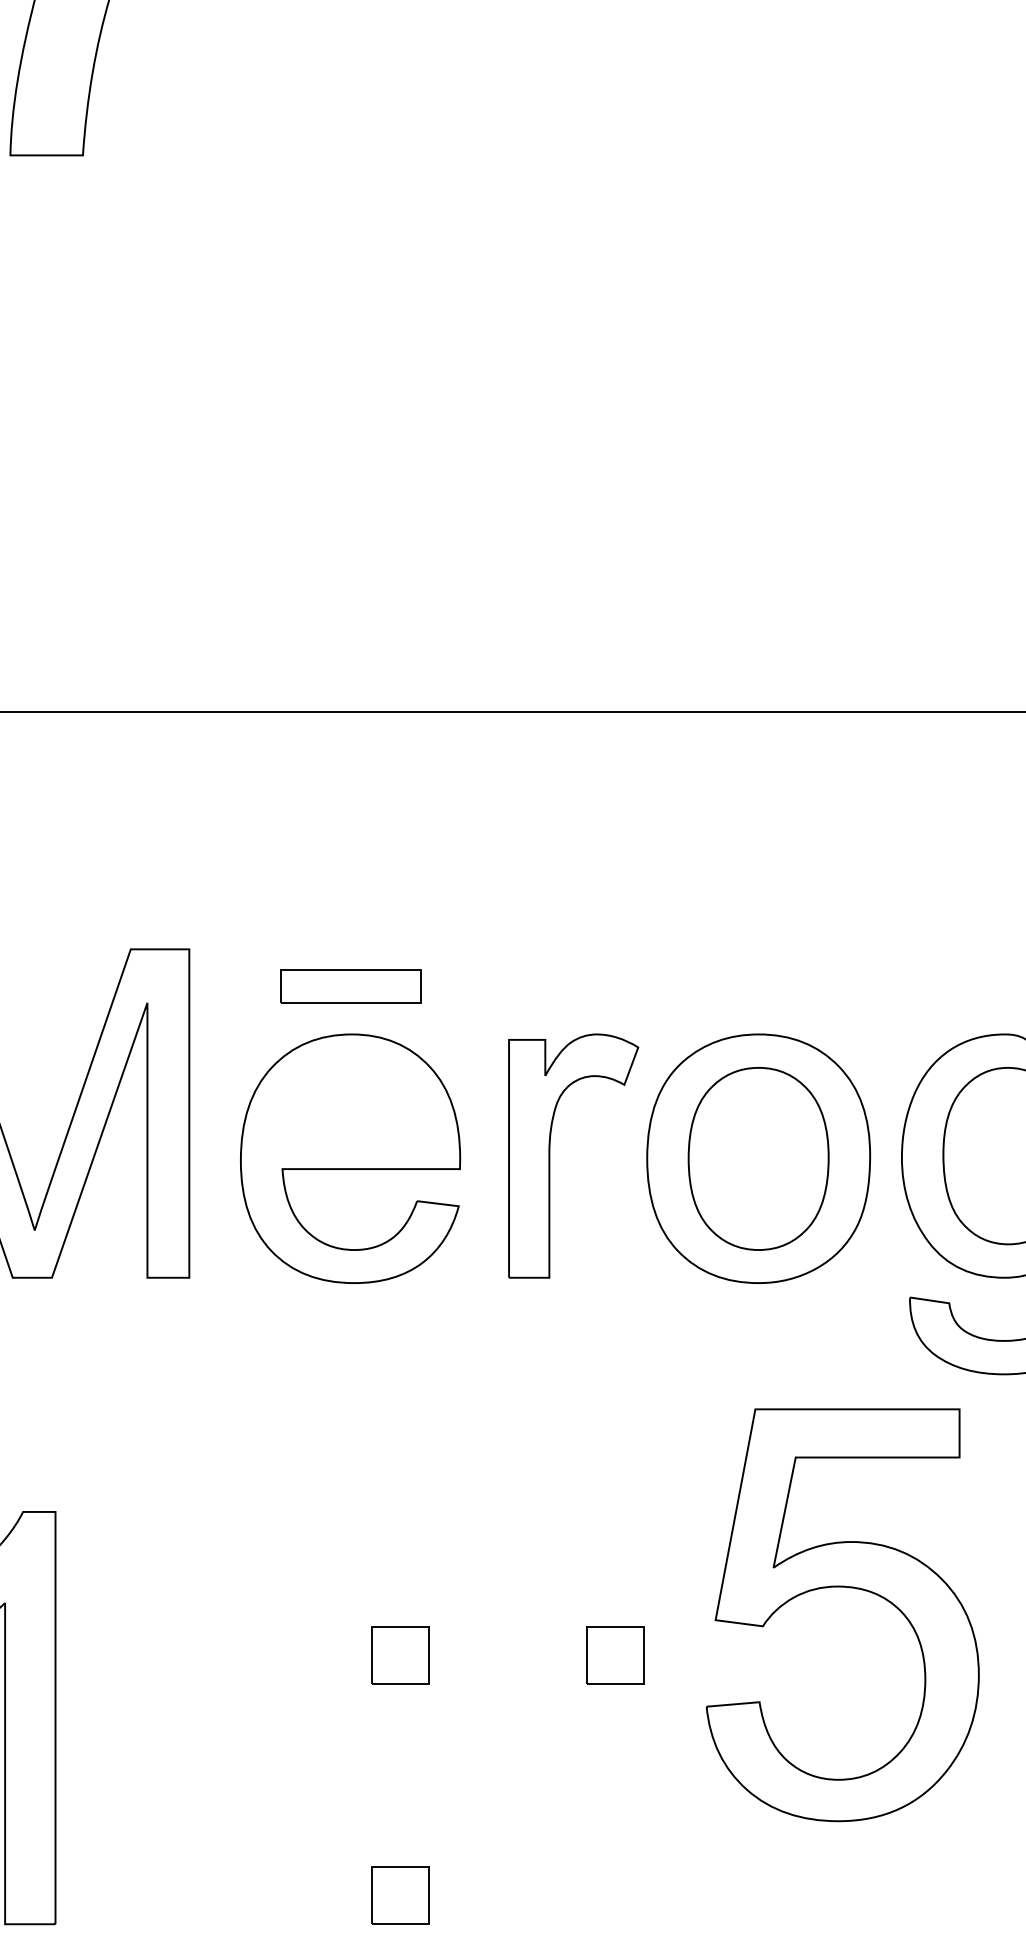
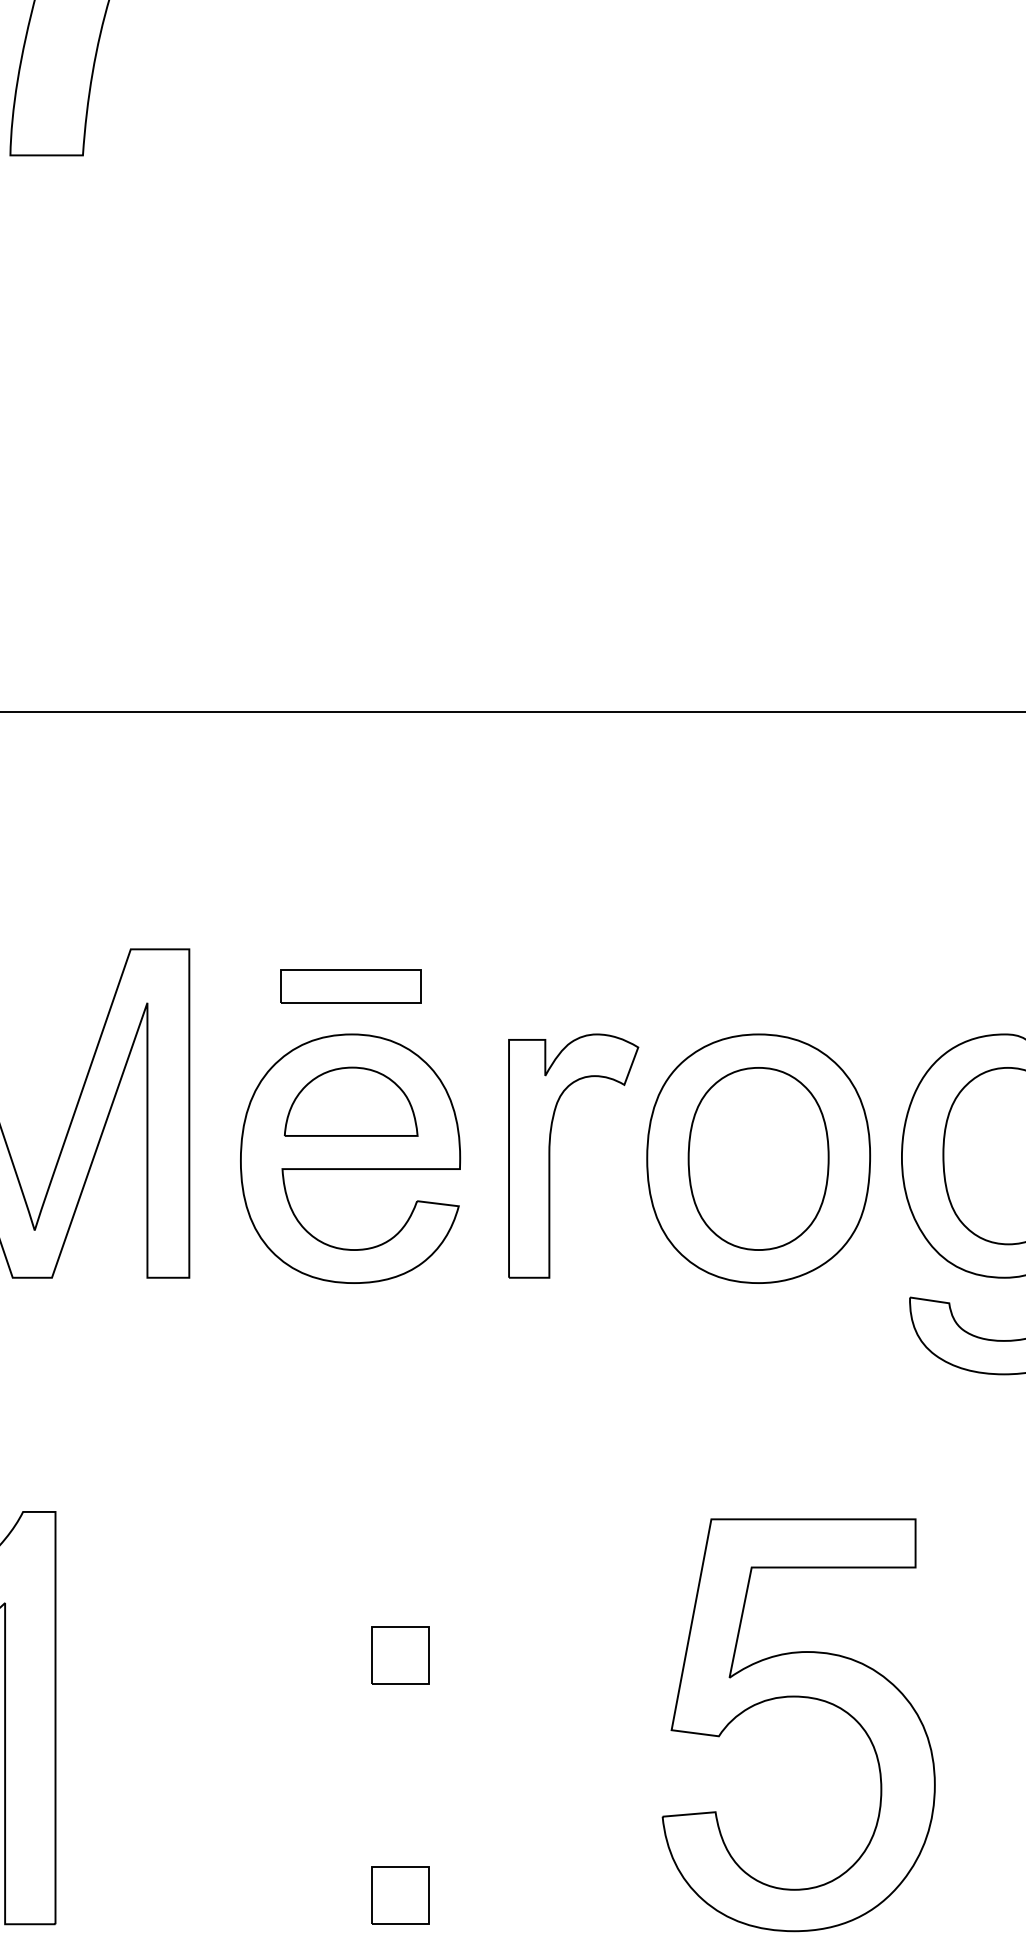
part at (351, 1101): none -> present
part at (849, 1588) position: (849, 1588) -> (805, 1698)
part at (615, 1655): present -> none
